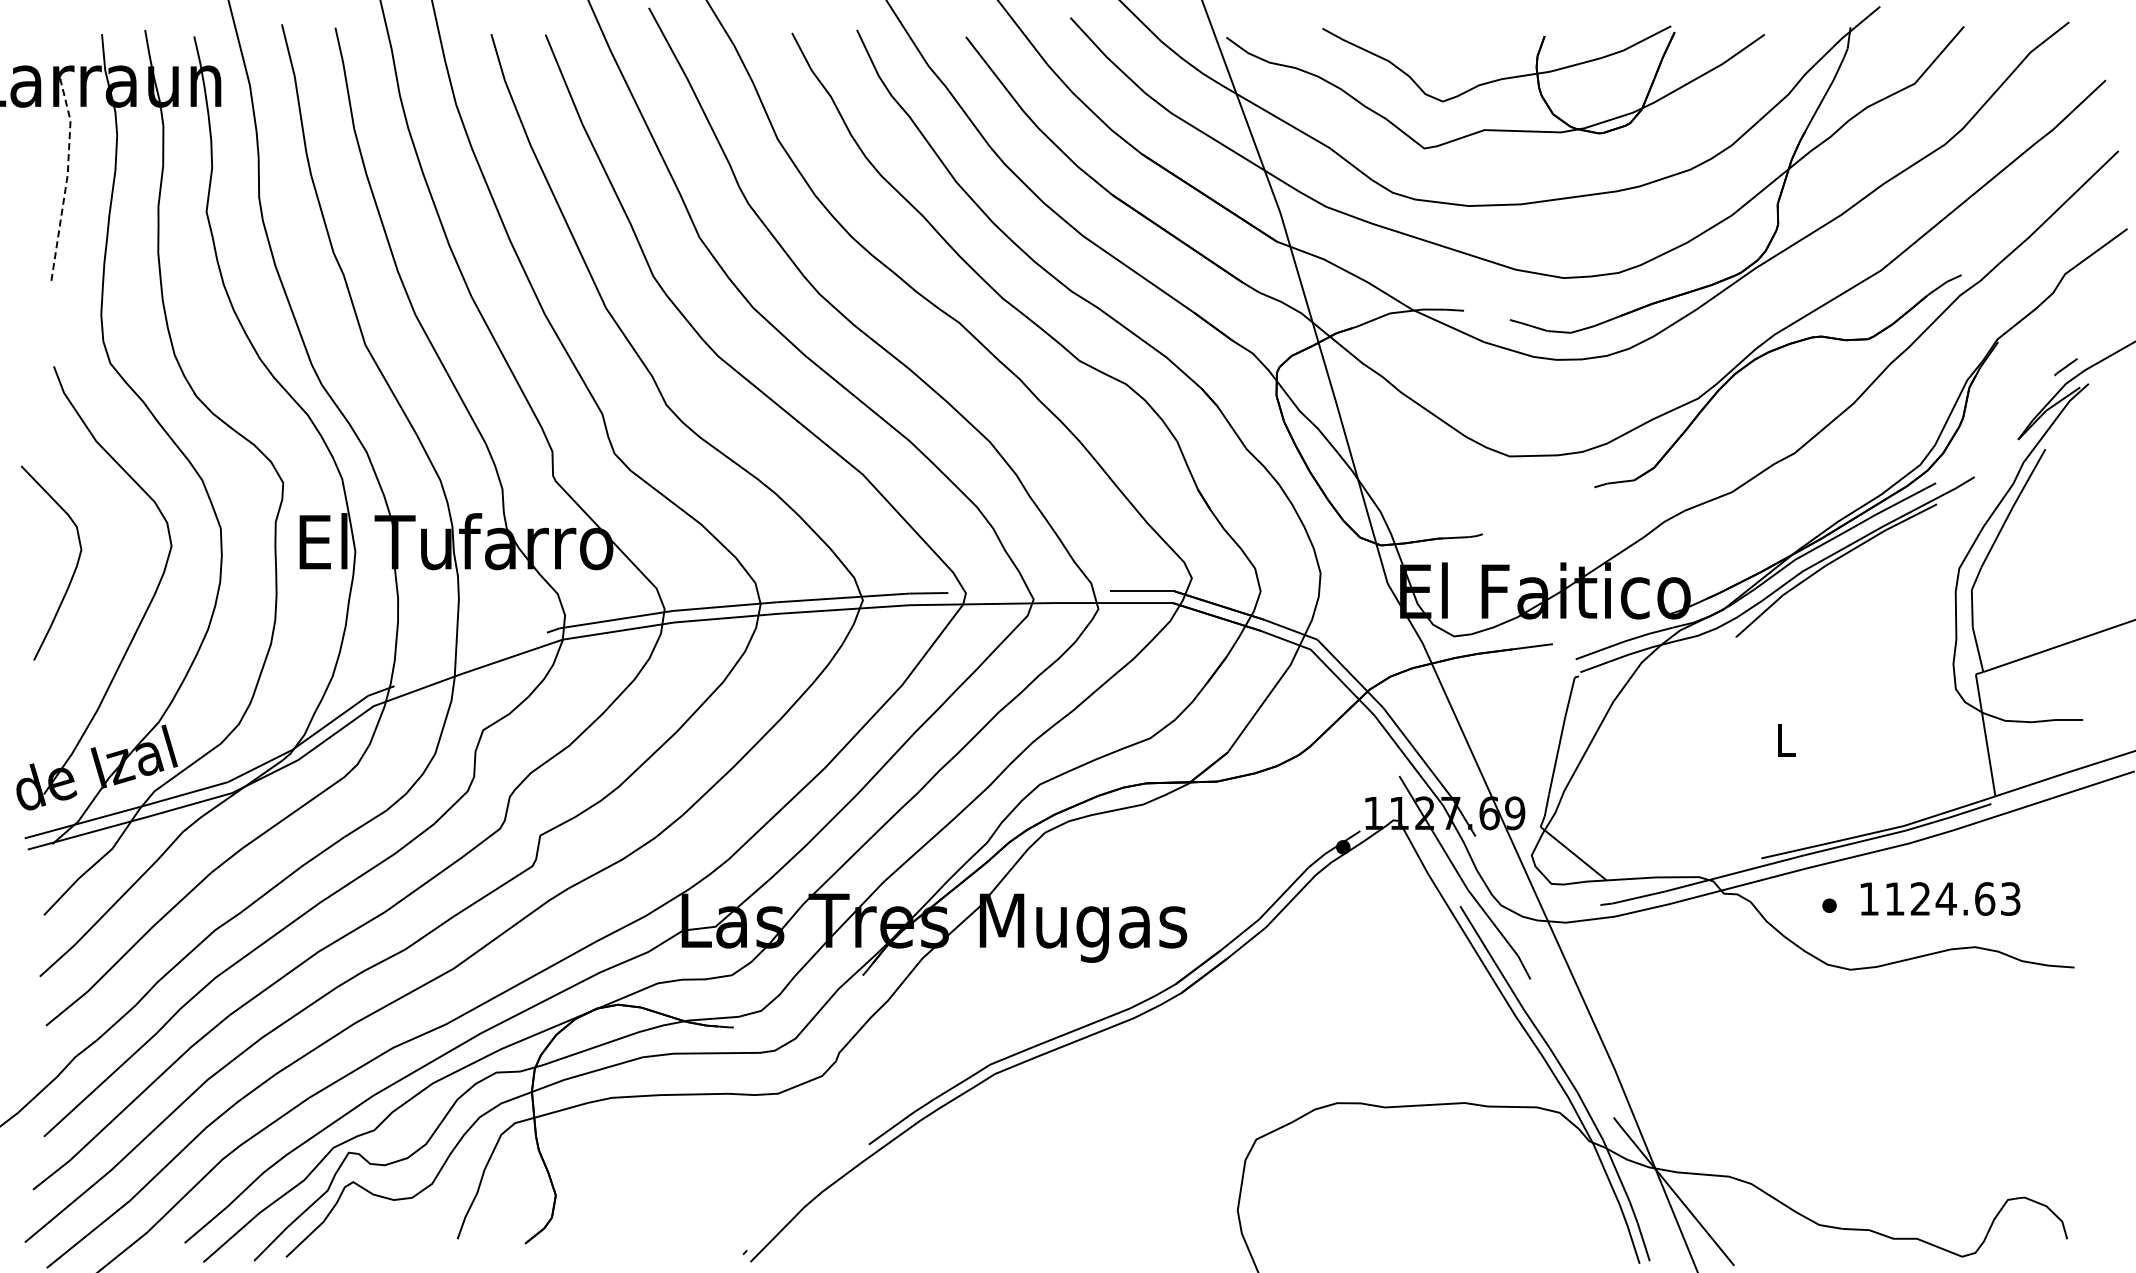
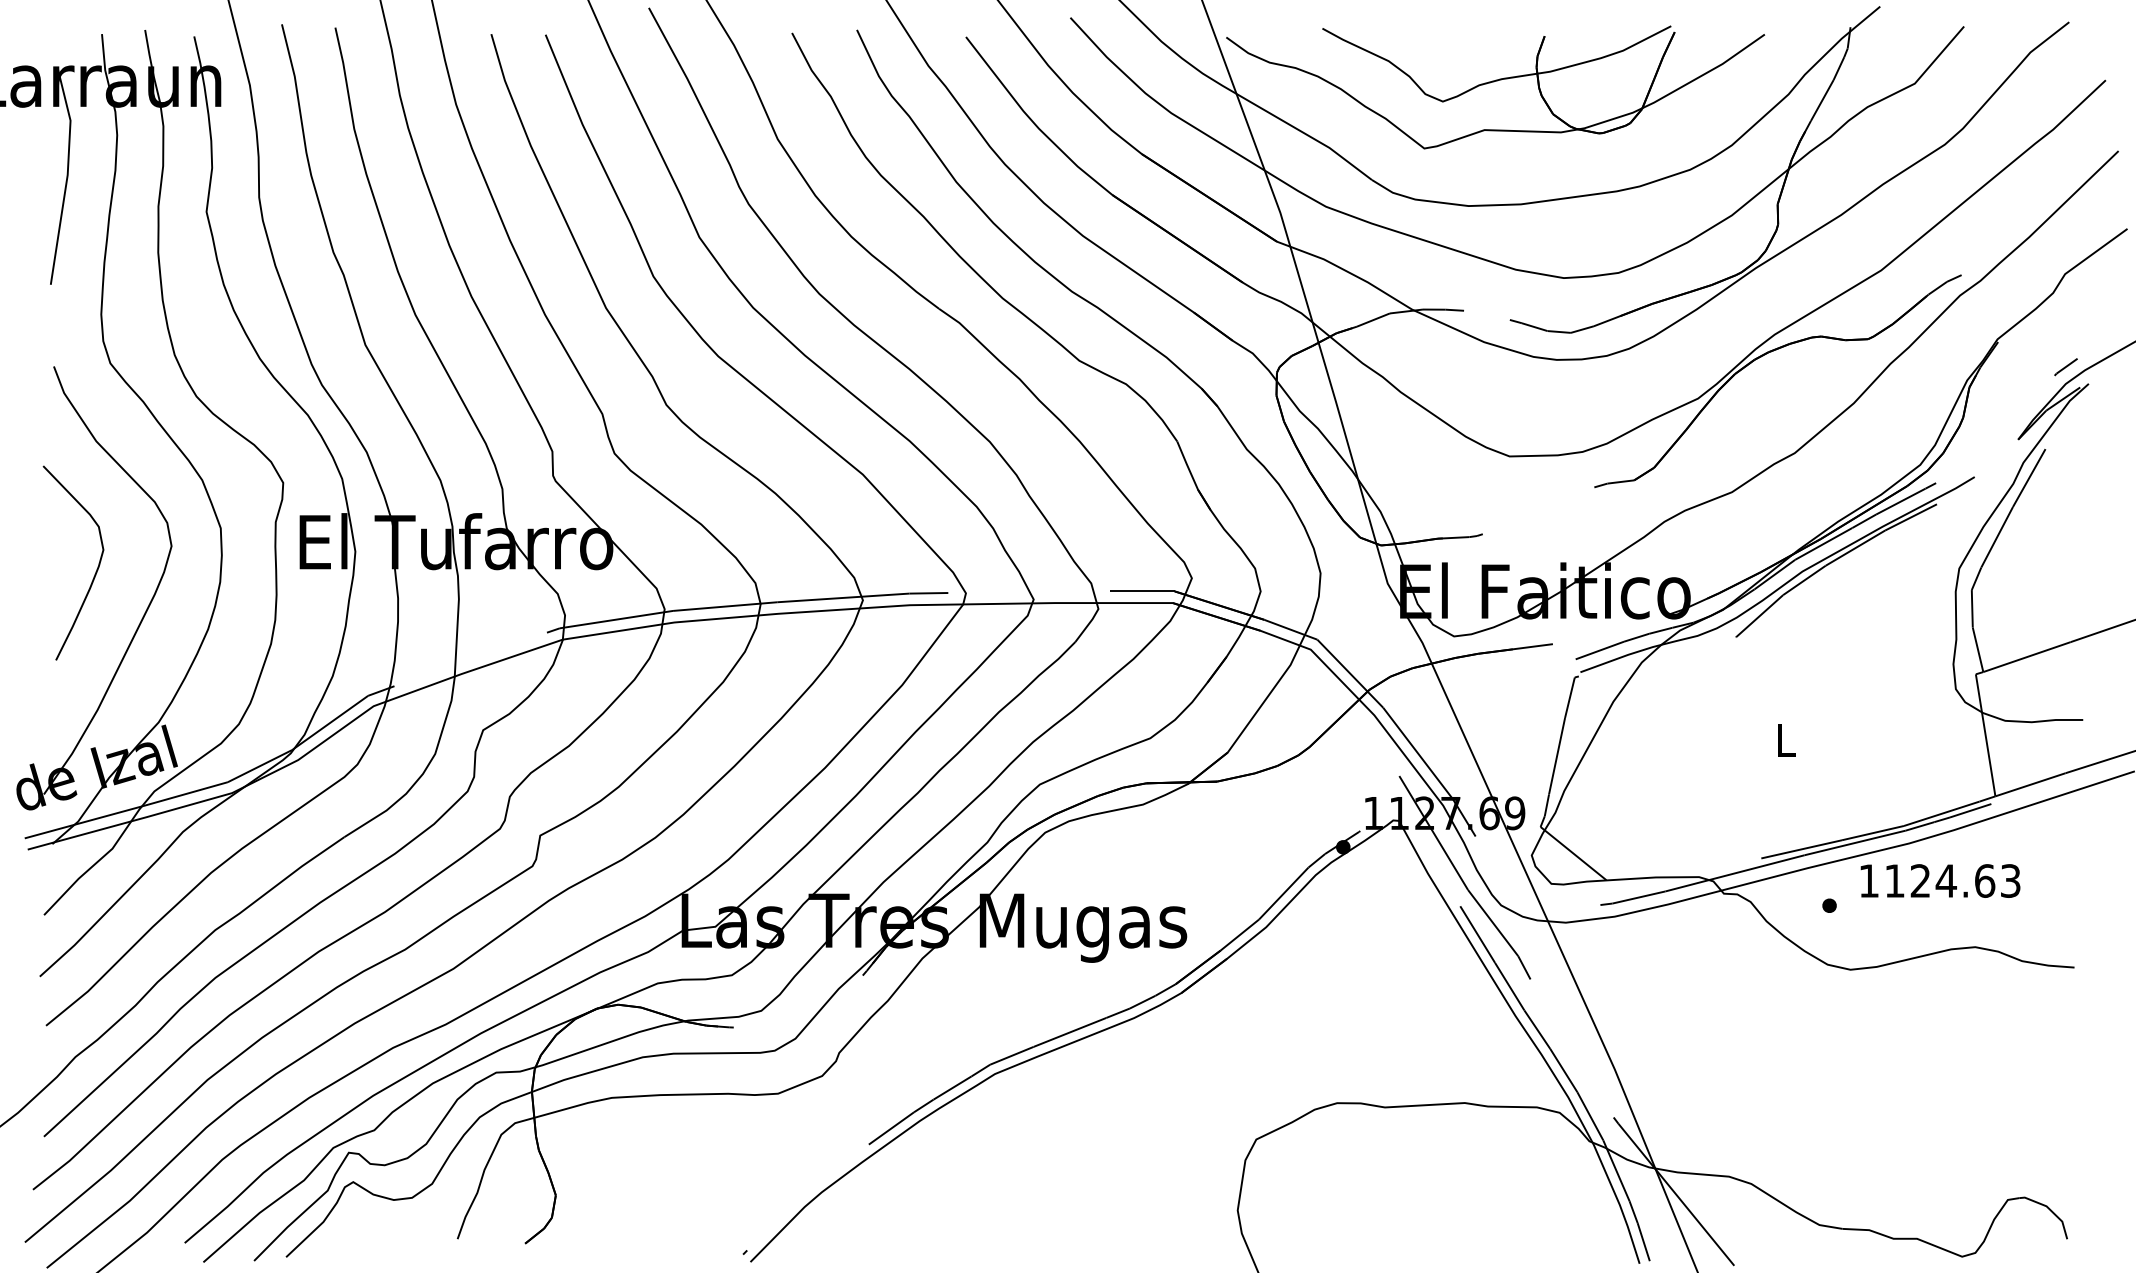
line at (67, 175): dashed -> solid
curve at (73, 571) position: (73, 571) -> (95, 571)
text at (1940, 898) position: (1940, 898) -> (1940, 880)
